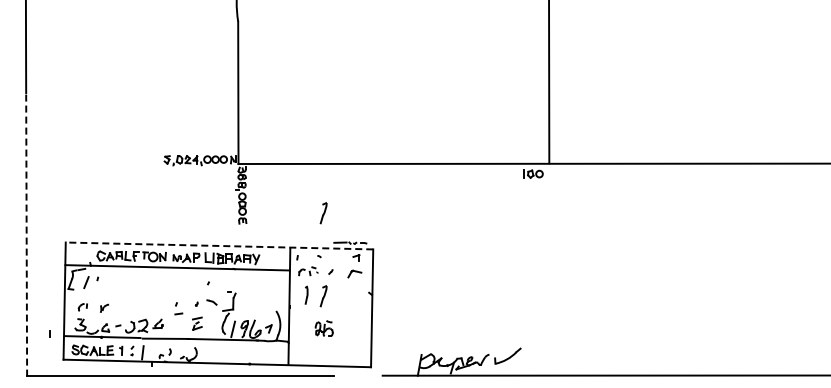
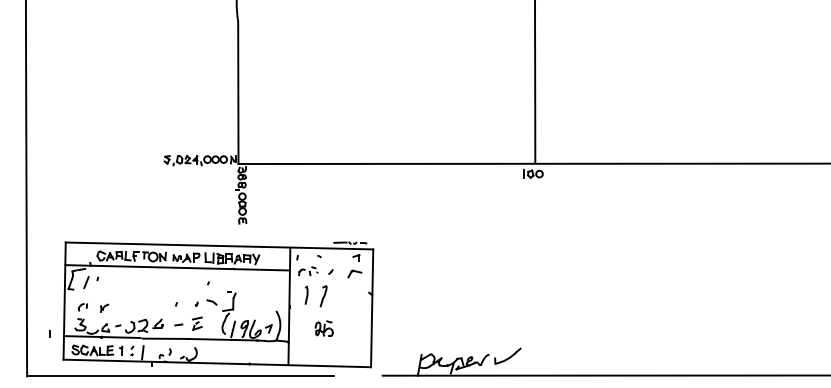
line at (549, 82) position: (549, 82) -> (535, 82)
part at (323, 213): present -> none
line at (26, 235): dashed -> solid
line at (219, 245): dashed -> solid
line at (178, 313) position: (178, 313) -> (178, 324)
